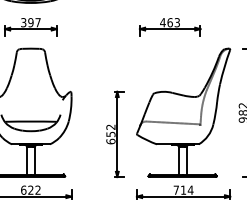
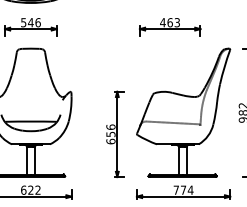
text at (30, 22): 397 -> 546
text at (110, 126): 652 -> 656
text at (183, 189): 714 -> 774
